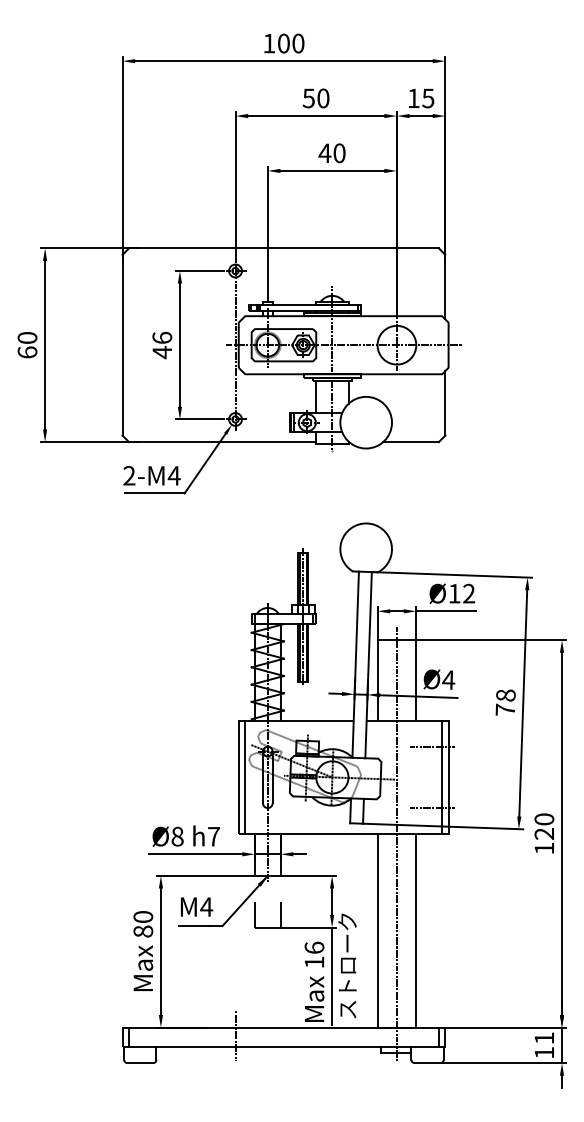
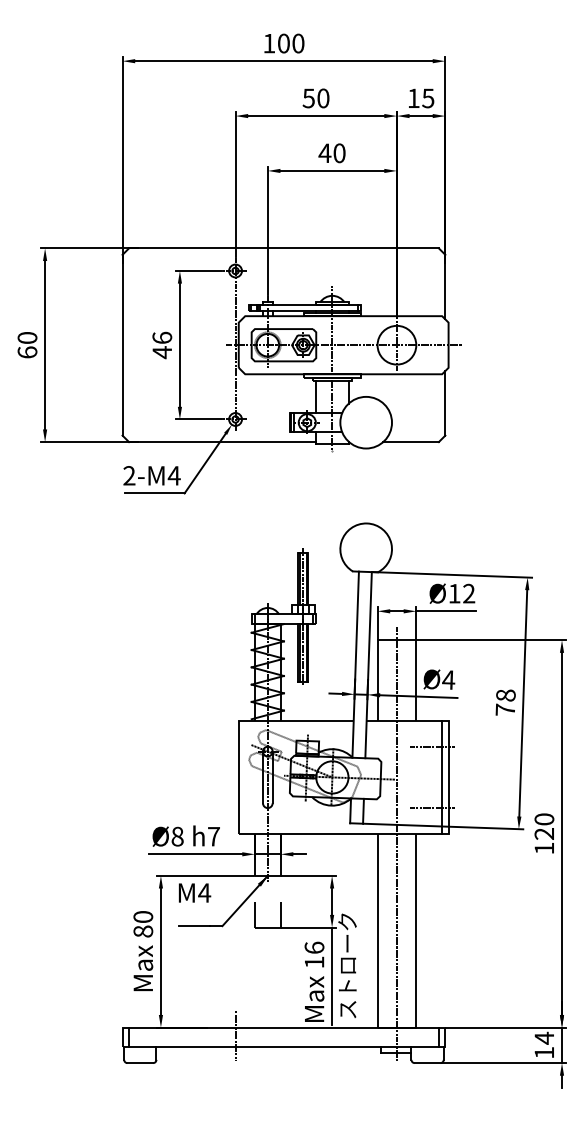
line at (245, 776): present -> none
text at (197, 906) position: (197, 906) -> (195, 892)
text at (543, 1037): 11 -> 14
